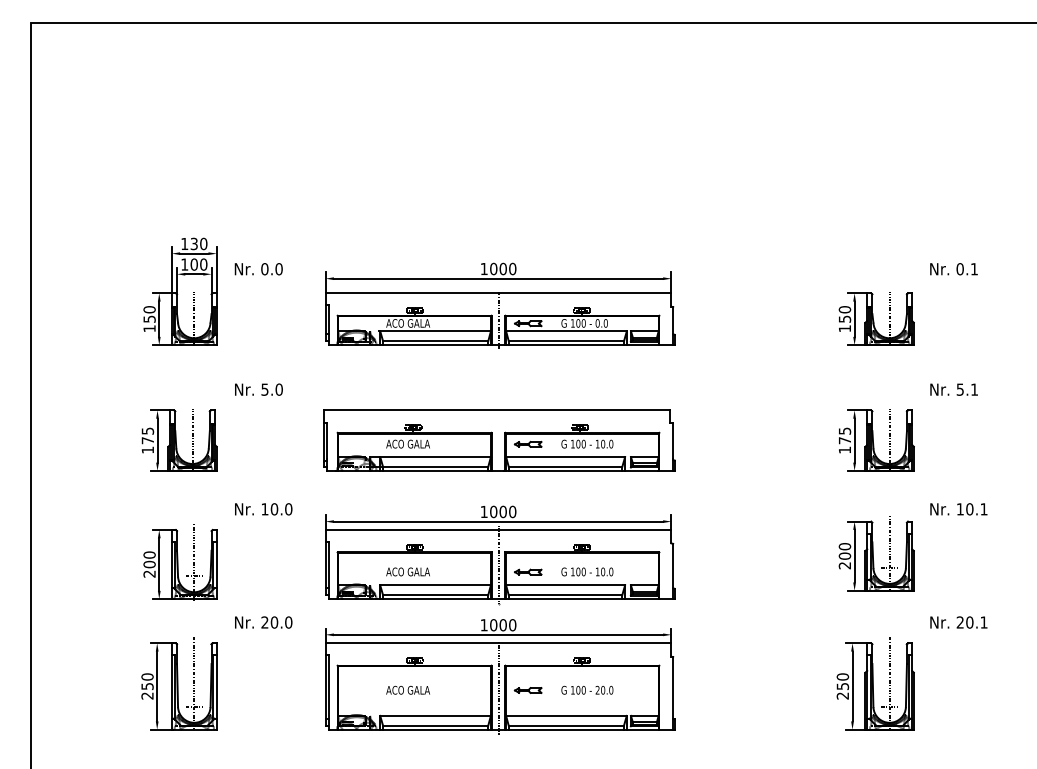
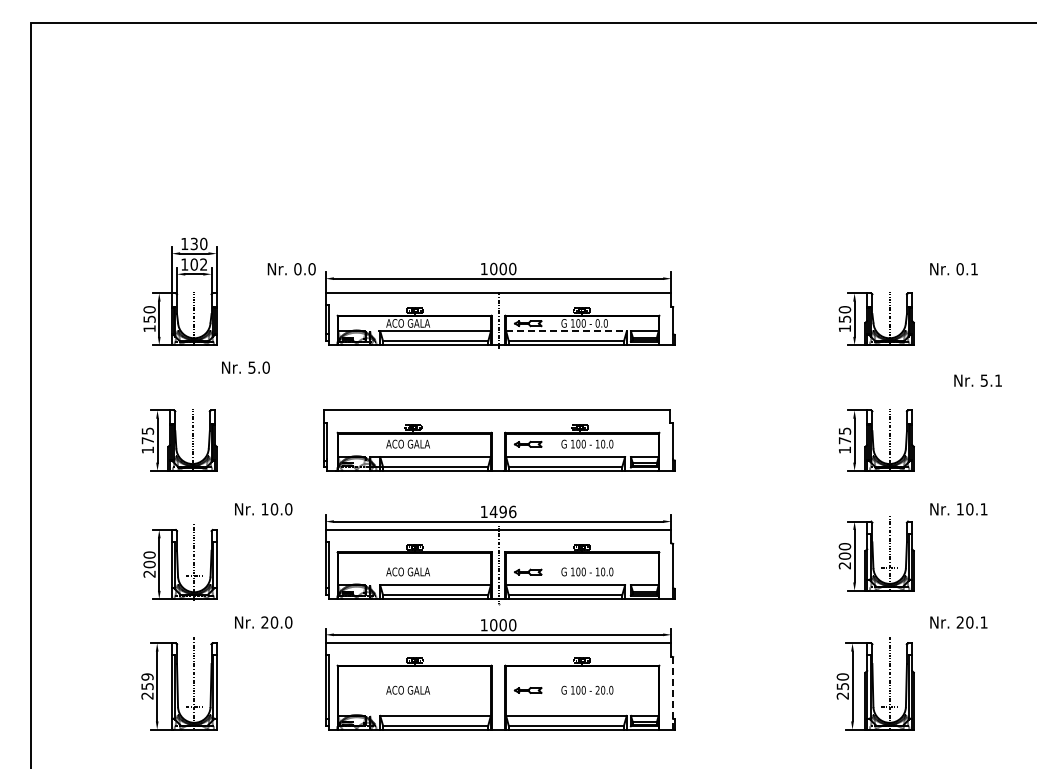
text at (203, 264): 100 -> 102
text at (258, 269) position: (258, 269) -> (291, 269)
line at (566, 331): solid -> dashed
text at (258, 389) position: (258, 389) -> (245, 367)
text at (953, 389) position: (953, 389) -> (977, 380)
text at (502, 511): 1000 -> 1496
text at (147, 676): 250 -> 259
line at (498, 687): present -> none
line at (673, 693): solid -> dashed
